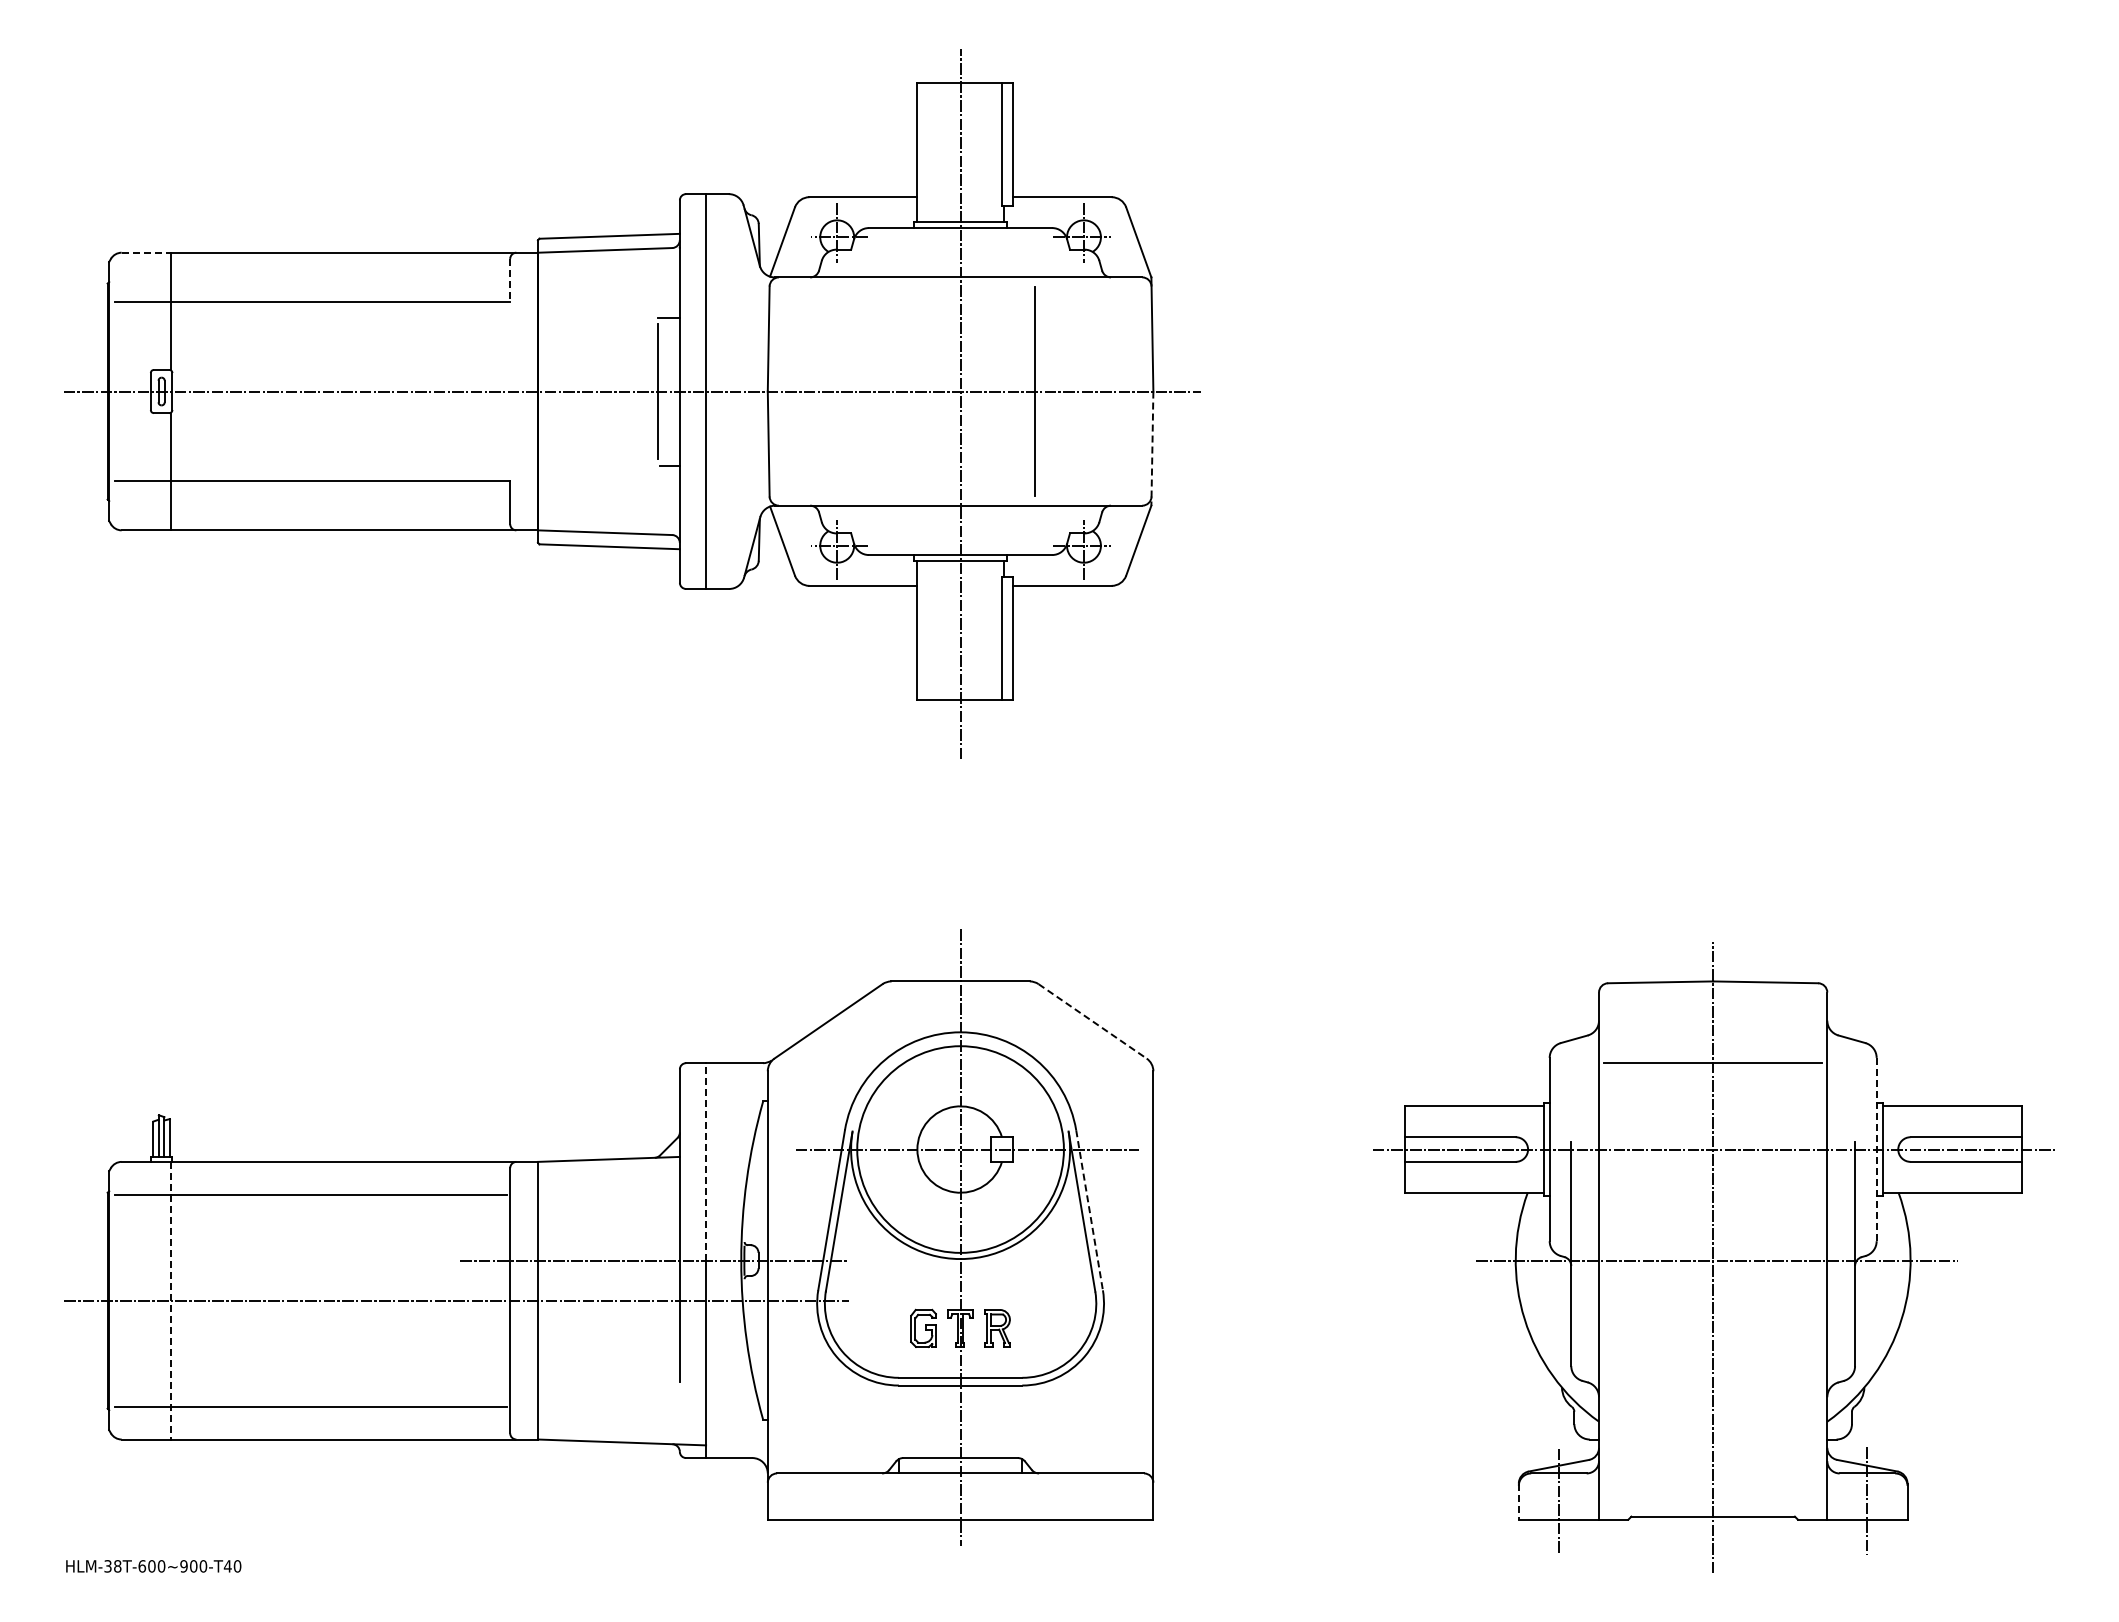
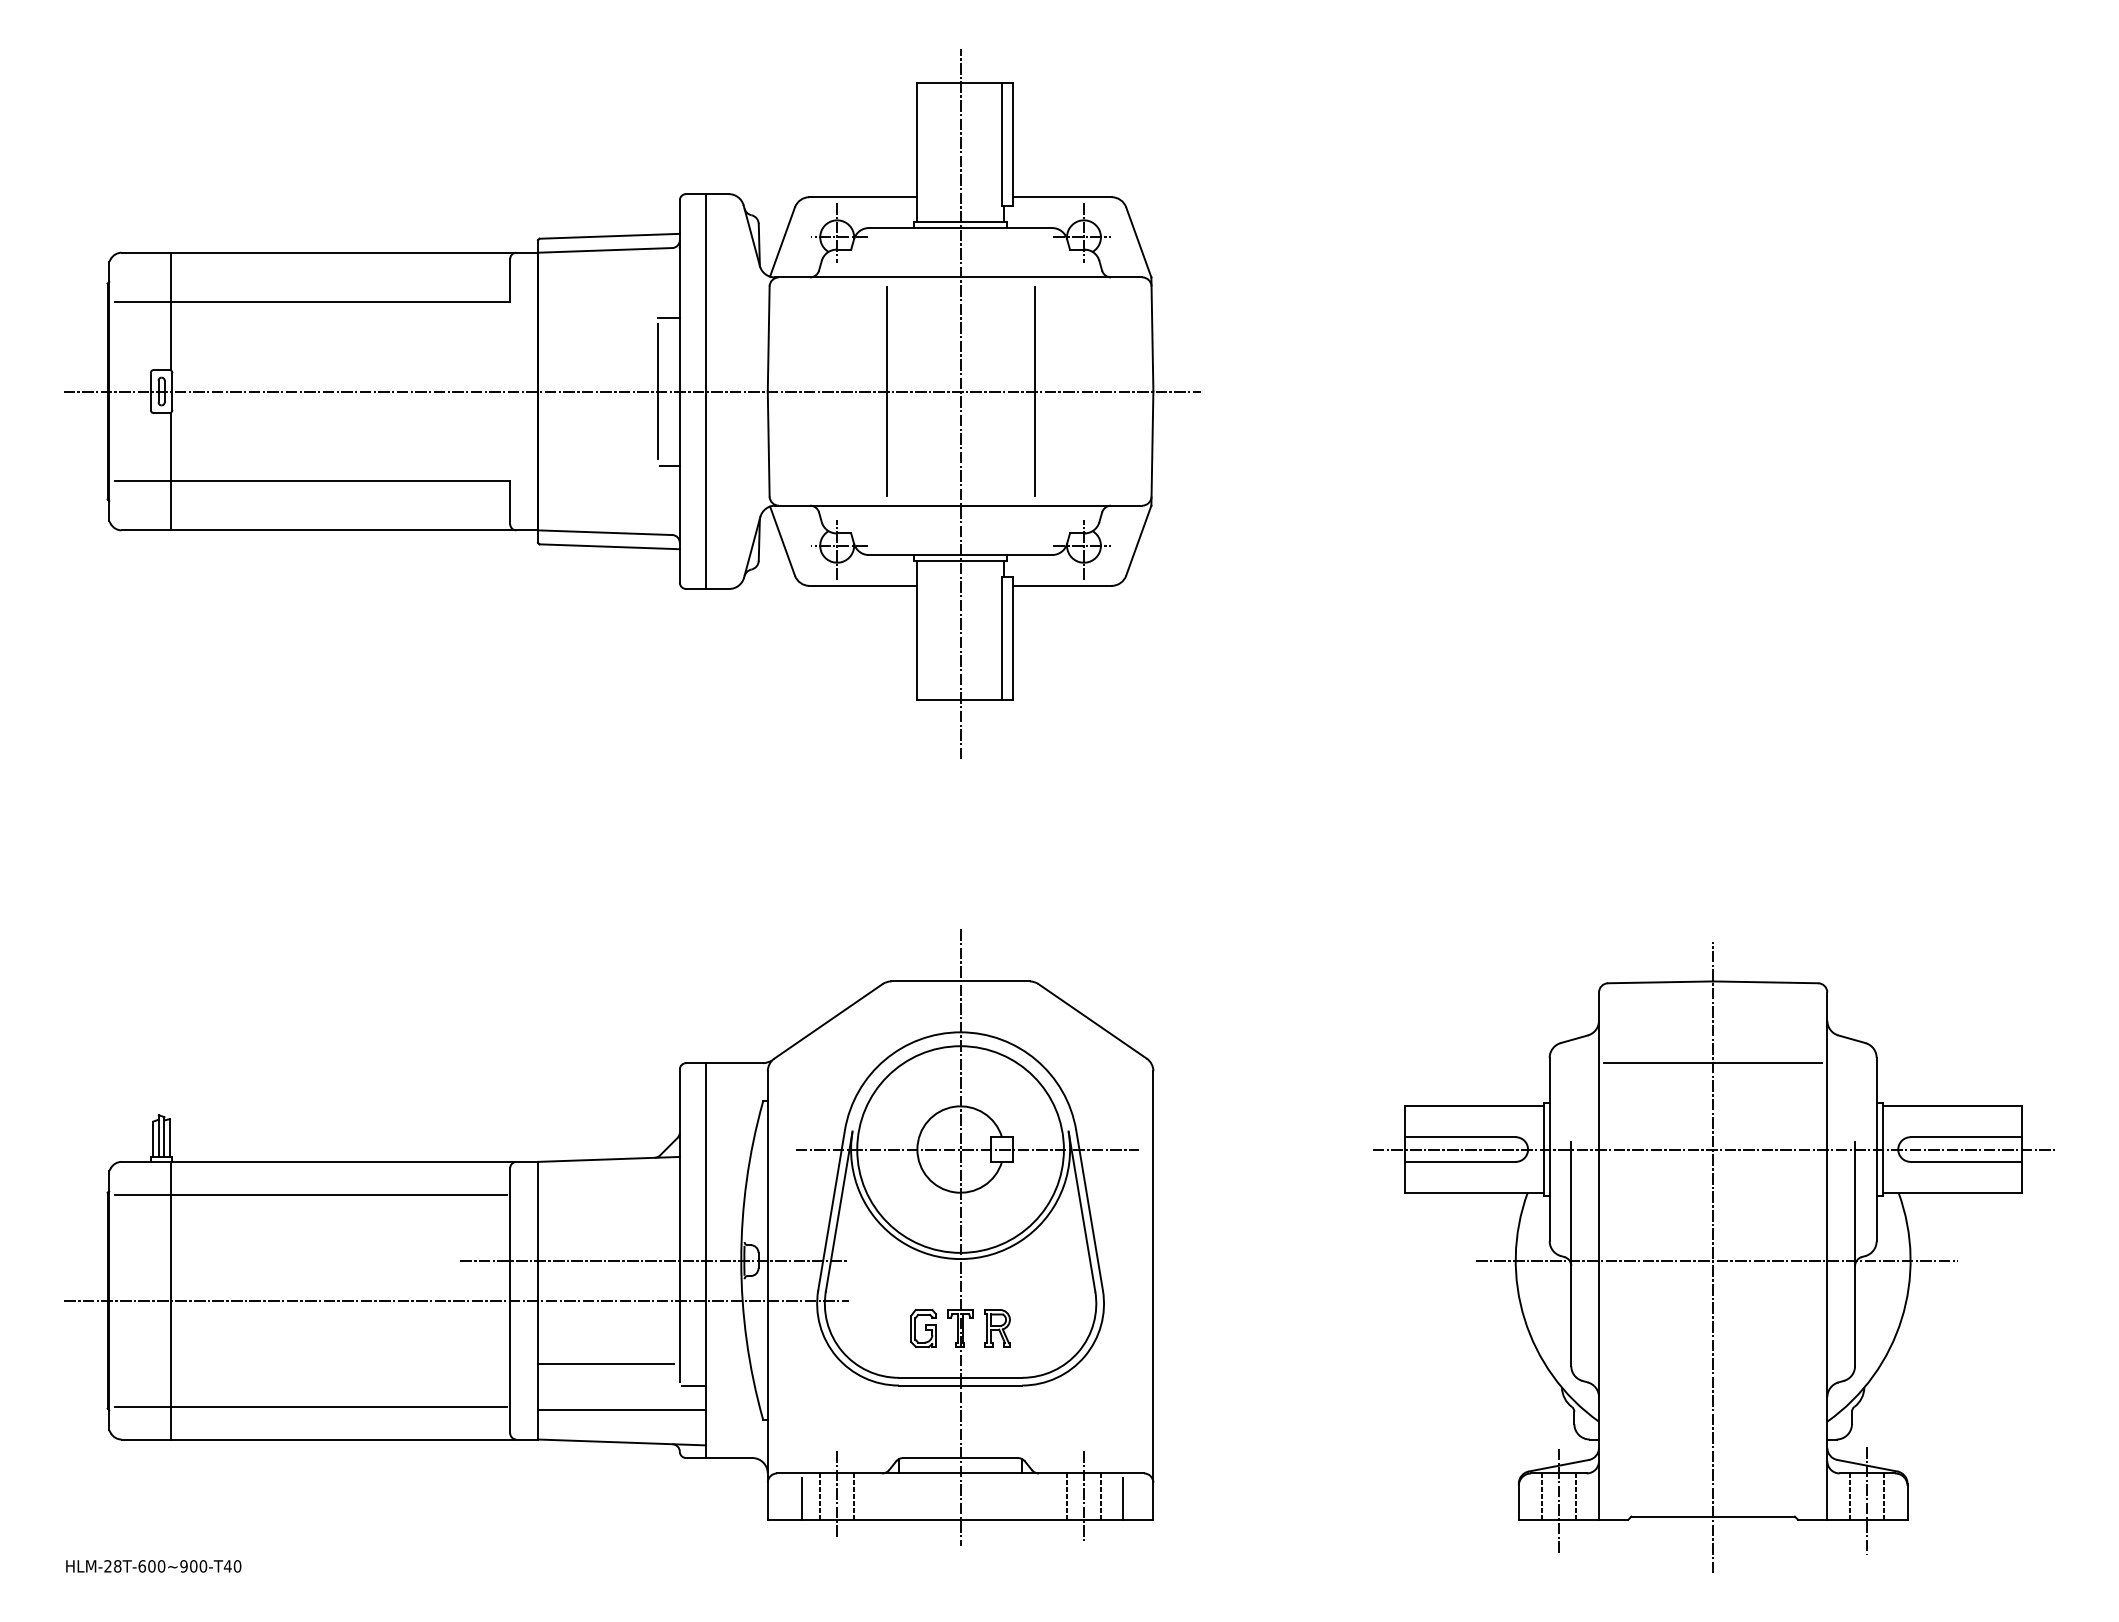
line at (146, 252): dashed -> solid
line at (510, 280): dashed -> solid
line at (886, 391): none -> present
line at (1152, 449): dashed -> solid
line at (1092, 1021): dashed -> solid
line at (1876, 1149): dashed -> solid
line at (706, 1161): dashed -> solid
line at (1089, 1210): dashed -> solid
line at (170, 1300): dashed -> solid
line at (605, 1363): none -> present
line at (693, 1385): none -> present
line at (621, 1410): none -> present
line at (837, 1493): none -> present
line at (1083, 1495): none -> present
line at (820, 1496): none -> present
line at (854, 1496): none -> present
line at (1067, 1496): none -> present
line at (1100, 1496): none -> present
line at (1541, 1496): none -> present
line at (1575, 1496): none -> present
line at (1850, 1496): none -> present
line at (1884, 1496): none -> present
line at (801, 1498): none -> present
line at (1122, 1498): none -> present
line at (1518, 1502): dashed -> solid
text at (107, 1566): HLM-38T-600~900-T40 -> HLM-28T-600~900-T40
